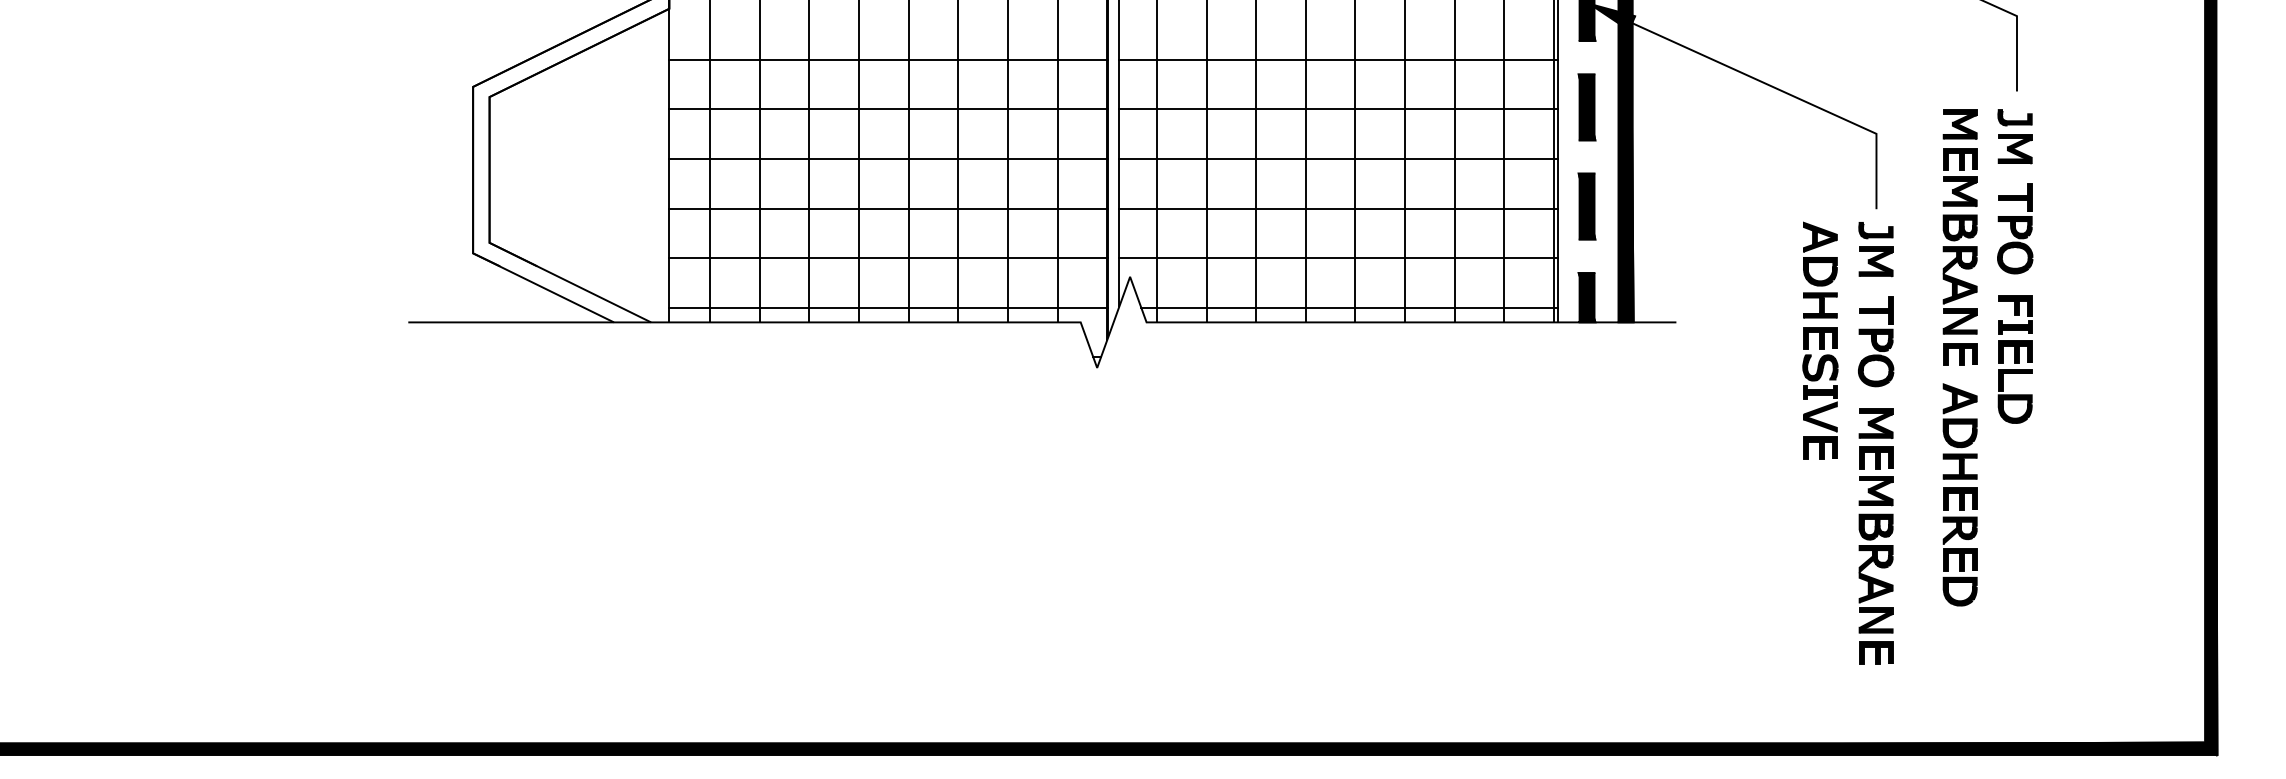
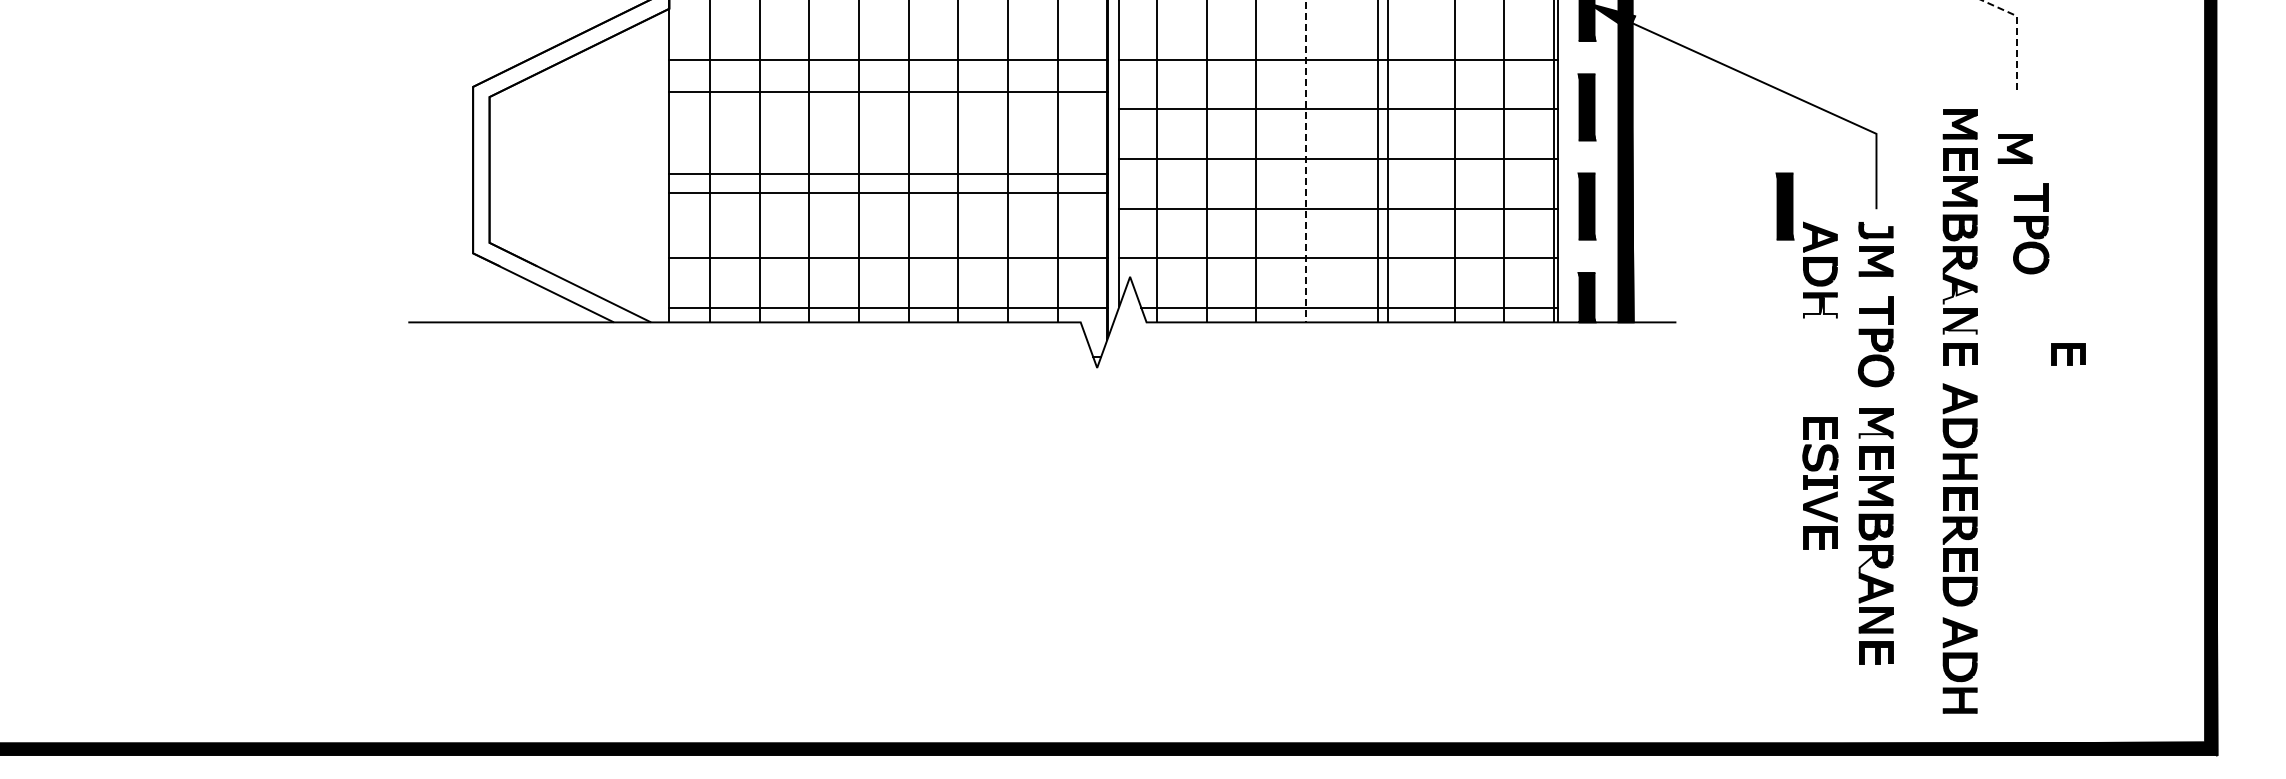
line at (2016, 33): solid -> dashed
line at (888, 109) position: (888, 109) -> (888, 92)
part at (2014, 117): present -> none
line at (888, 159) position: (888, 159) -> (888, 174)
line at (1306, 161): solid -> dashed
line at (1355, 162) position: (1355, 162) -> (1388, 162)
line at (1405, 162) position: (1405, 162) -> (1378, 162)
part at (1784, 206): none -> present
line at (888, 208) position: (888, 208) -> (888, 192)
part at (2015, 228) position: (2015, 228) -> (2031, 228)
fill at (1959, 293): present -> none
fill at (1819, 307): present -> none
fill at (1959, 331): present -> none
part at (2068, 354): none -> present
part at (2014, 359): present -> none
part at (1820, 393) position: (1820, 393) -> (1820, 483)
fill at (1875, 436): present -> none
fill at (1866, 564): present -> none
part at (1959, 665): none -> present
